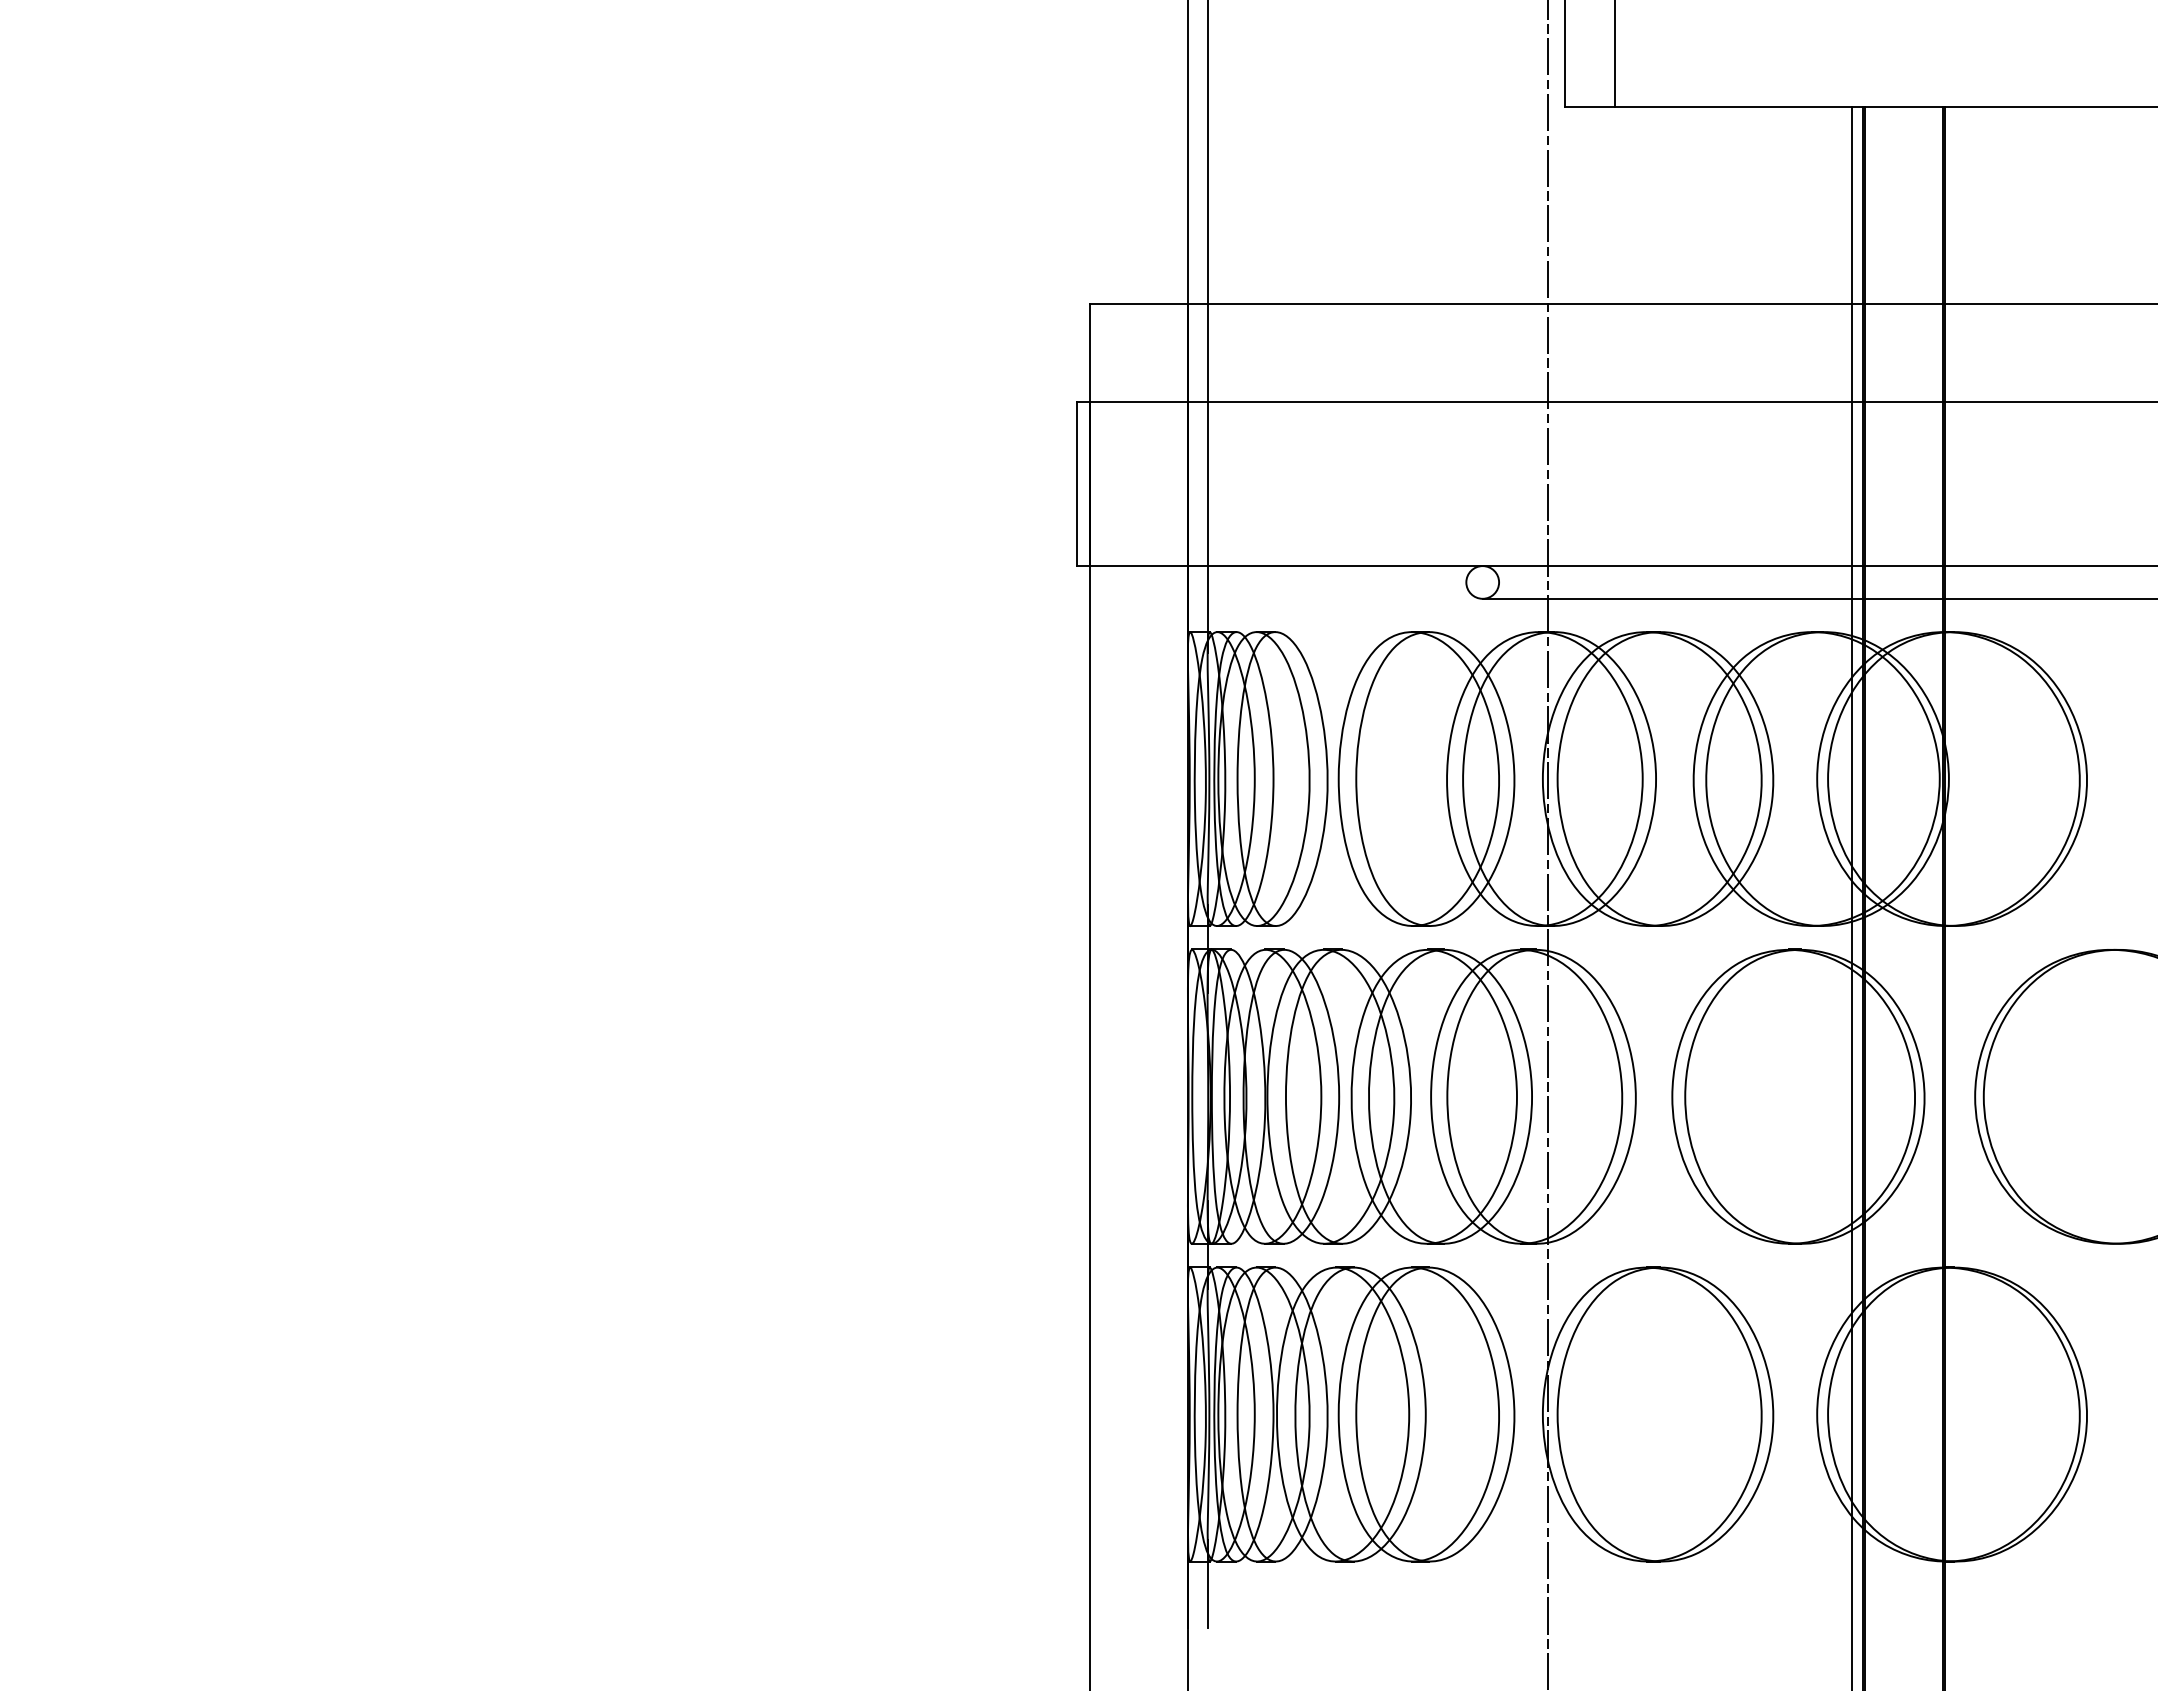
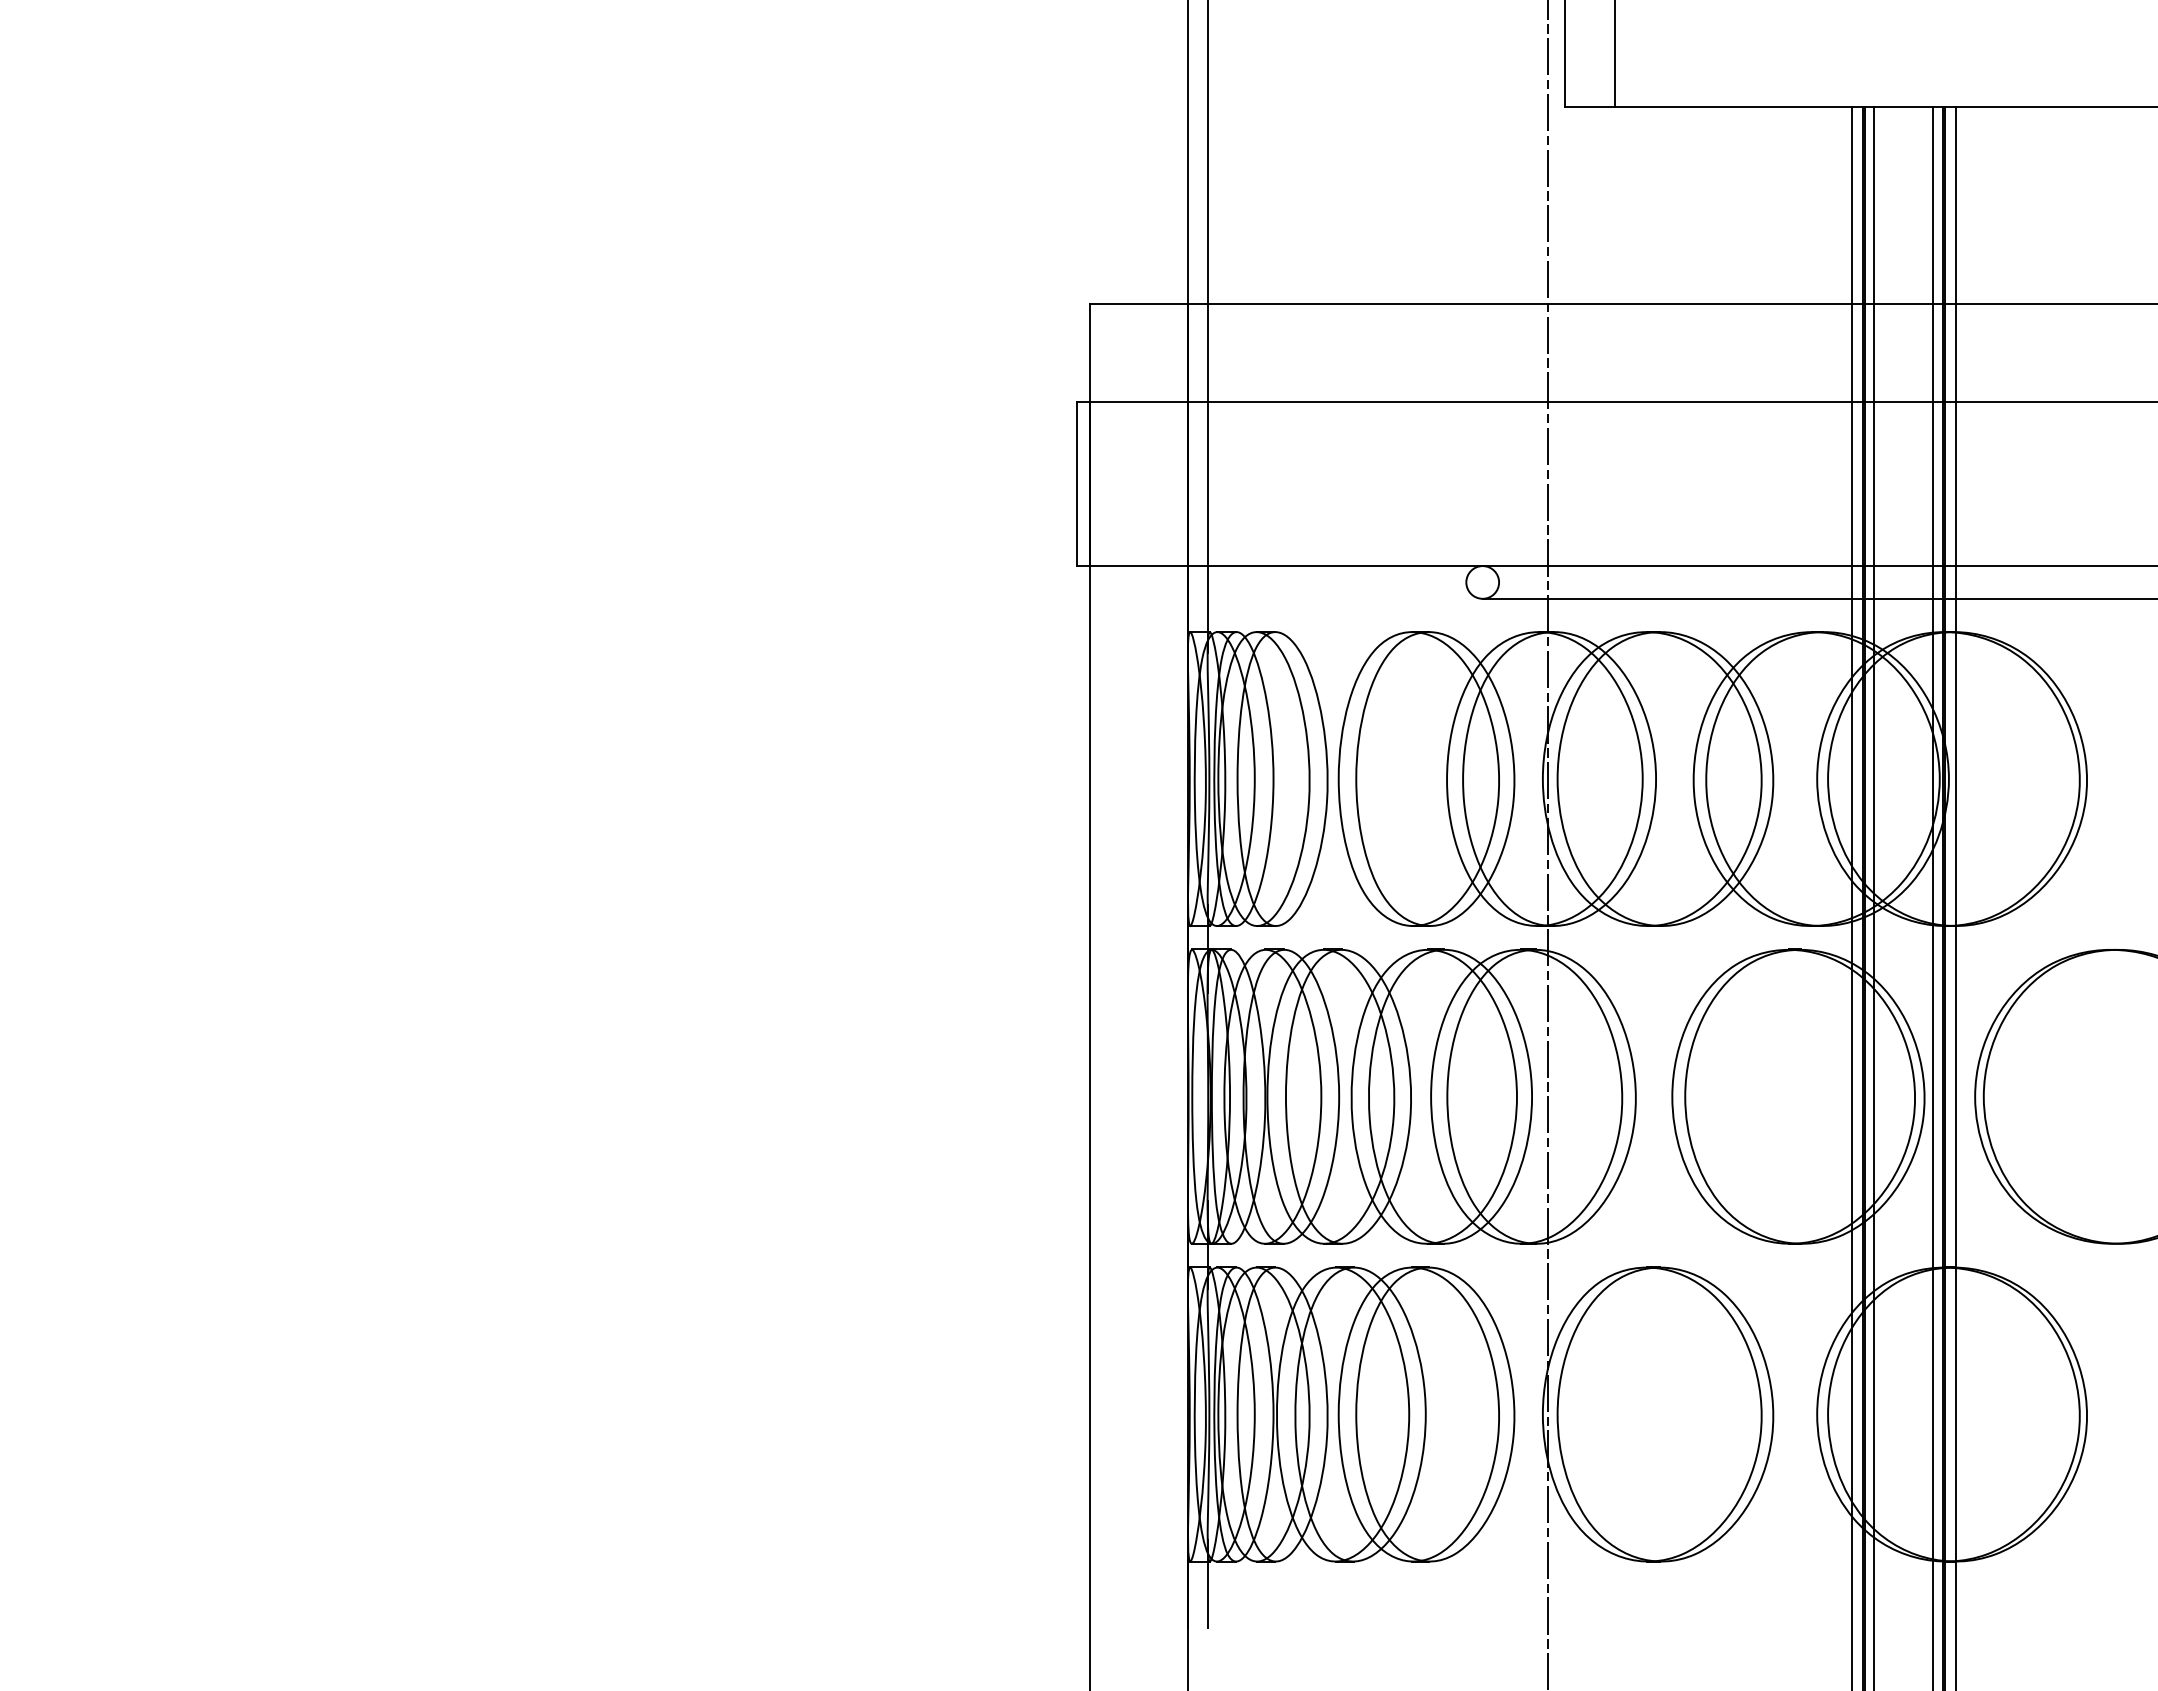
line at (1874, 897): none -> present
line at (1933, 897): none -> present
line at (1956, 897): none -> present
